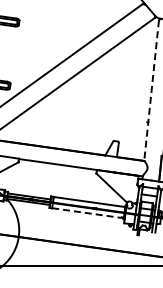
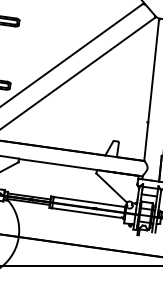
line at (151, 90): dashed -> solid
line at (88, 213): dashed -> solid
